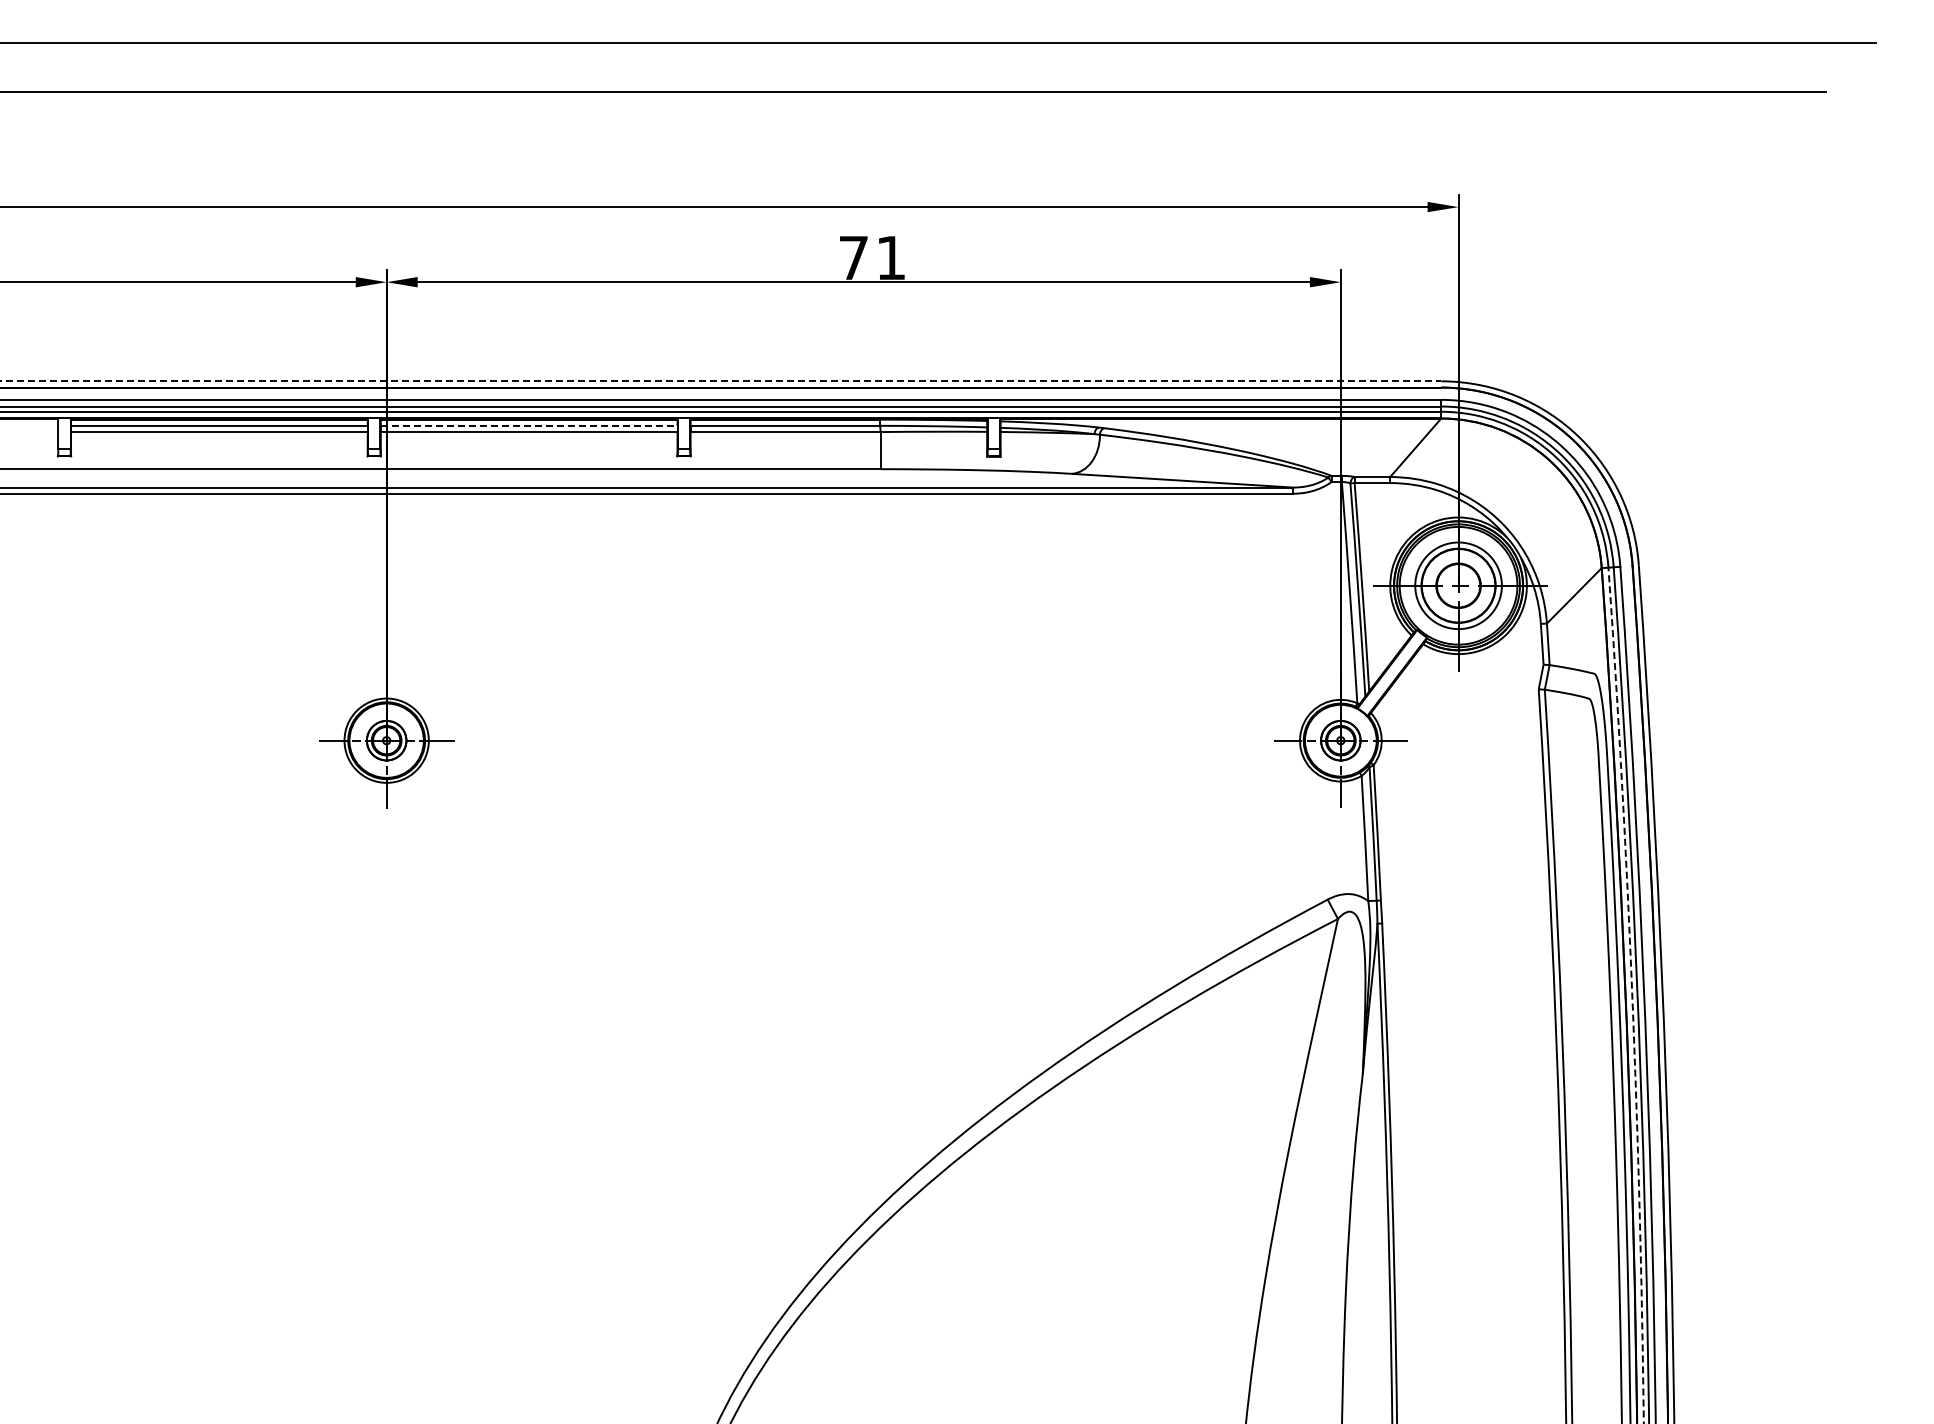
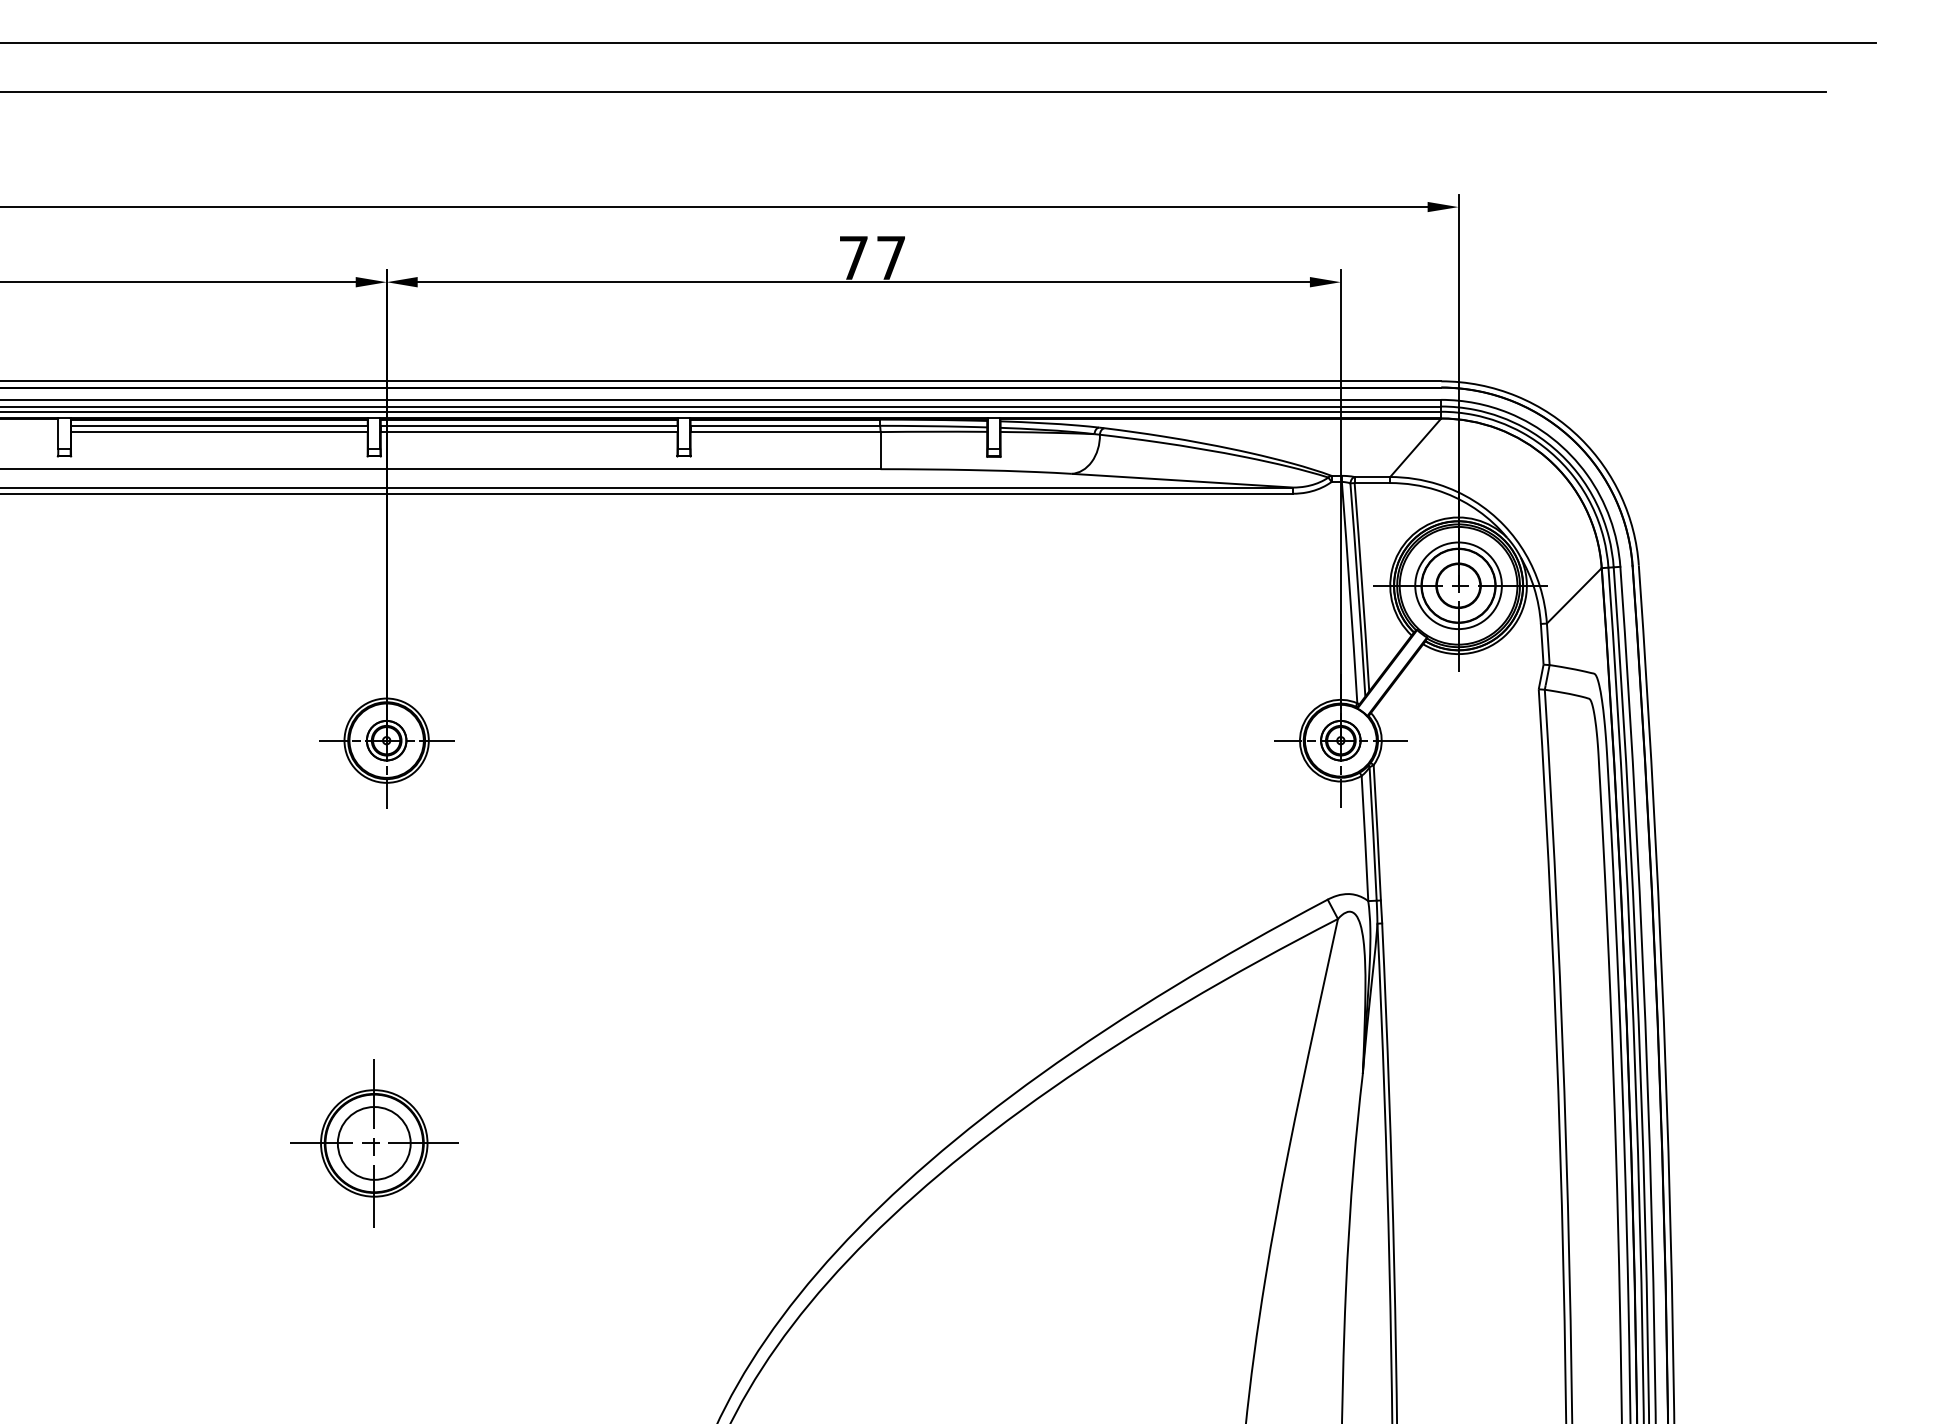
text at (890, 257): 71 -> 77
line at (721, 381): dashed -> solid
line at (529, 425): dashed -> solid
arc at (1632, 996): dashed -> solid
part at (374, 1143): none -> present
